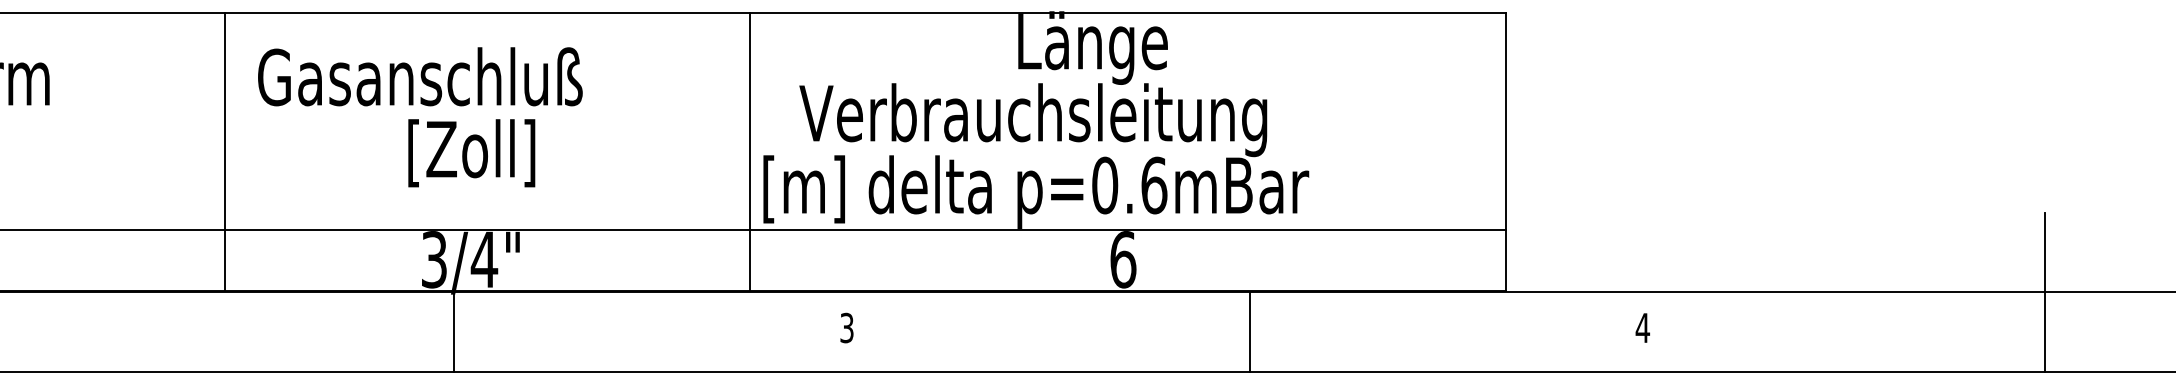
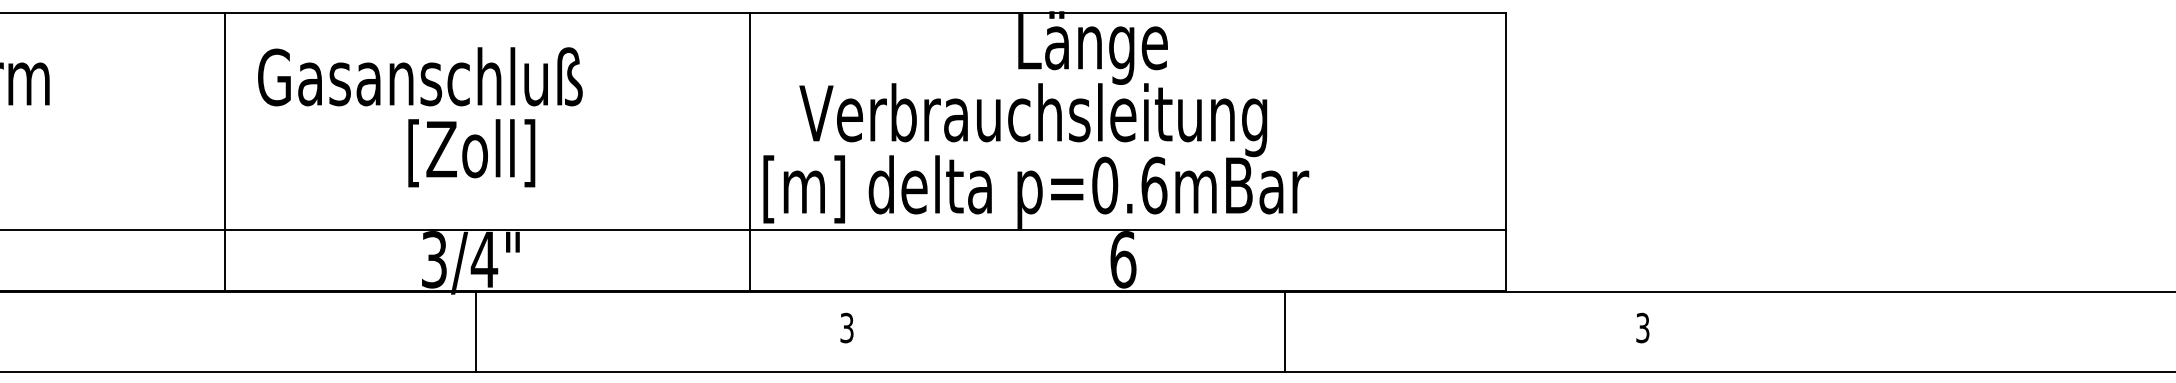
line at (2045, 291): present -> none
text at (1642, 327): 4 -> 3
line at (453, 331) position: (453, 331) -> (475, 331)
line at (1249, 331) position: (1249, 331) -> (1284, 331)
